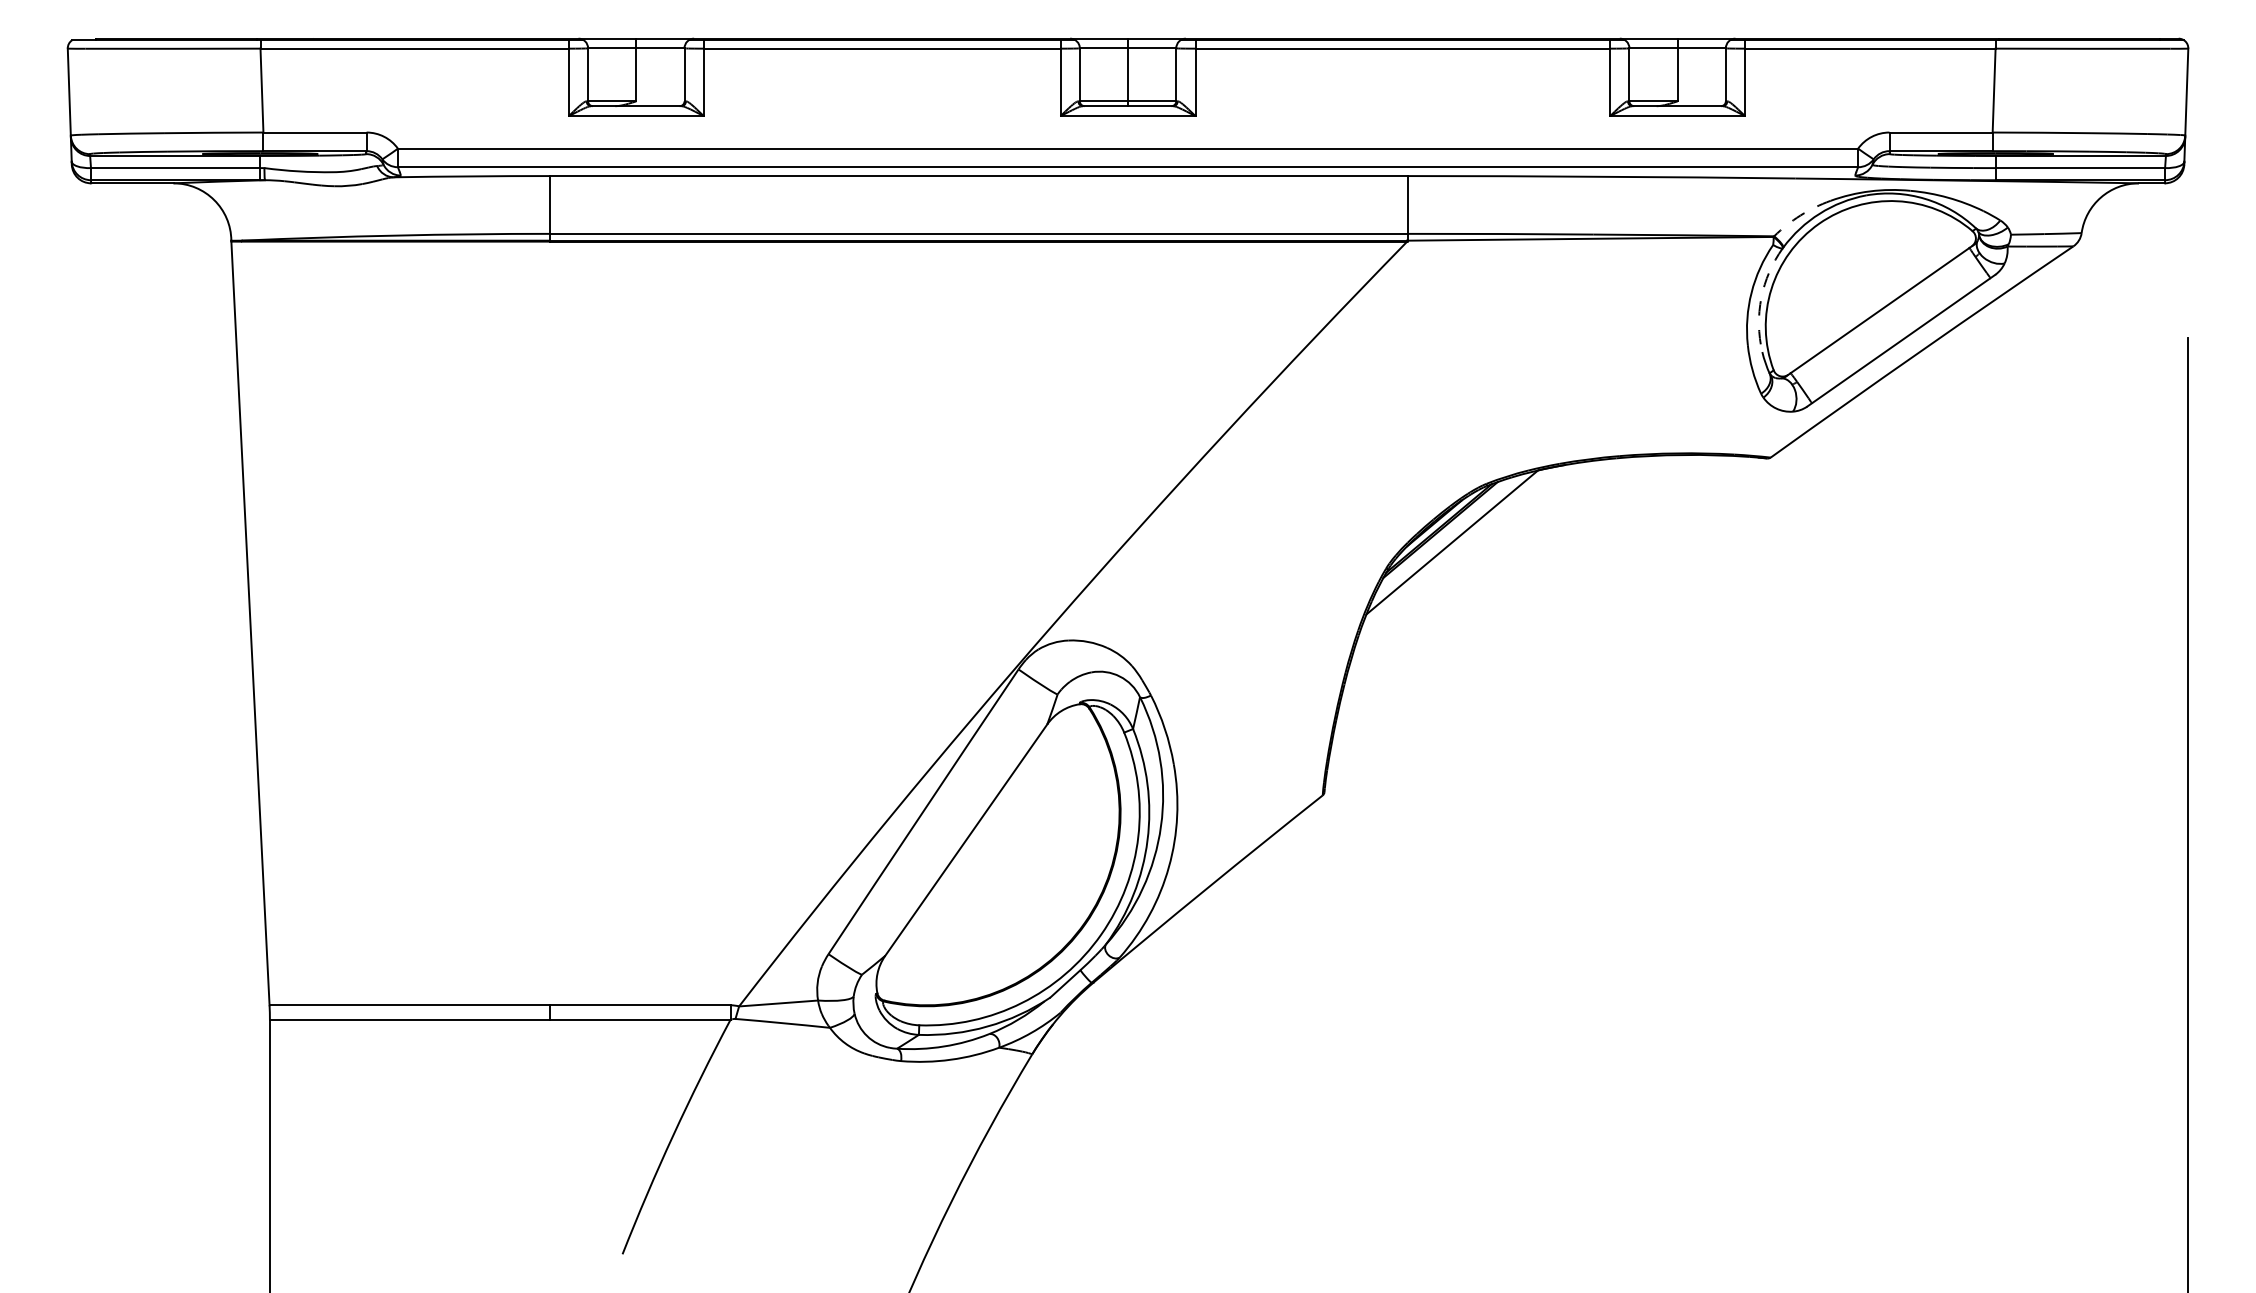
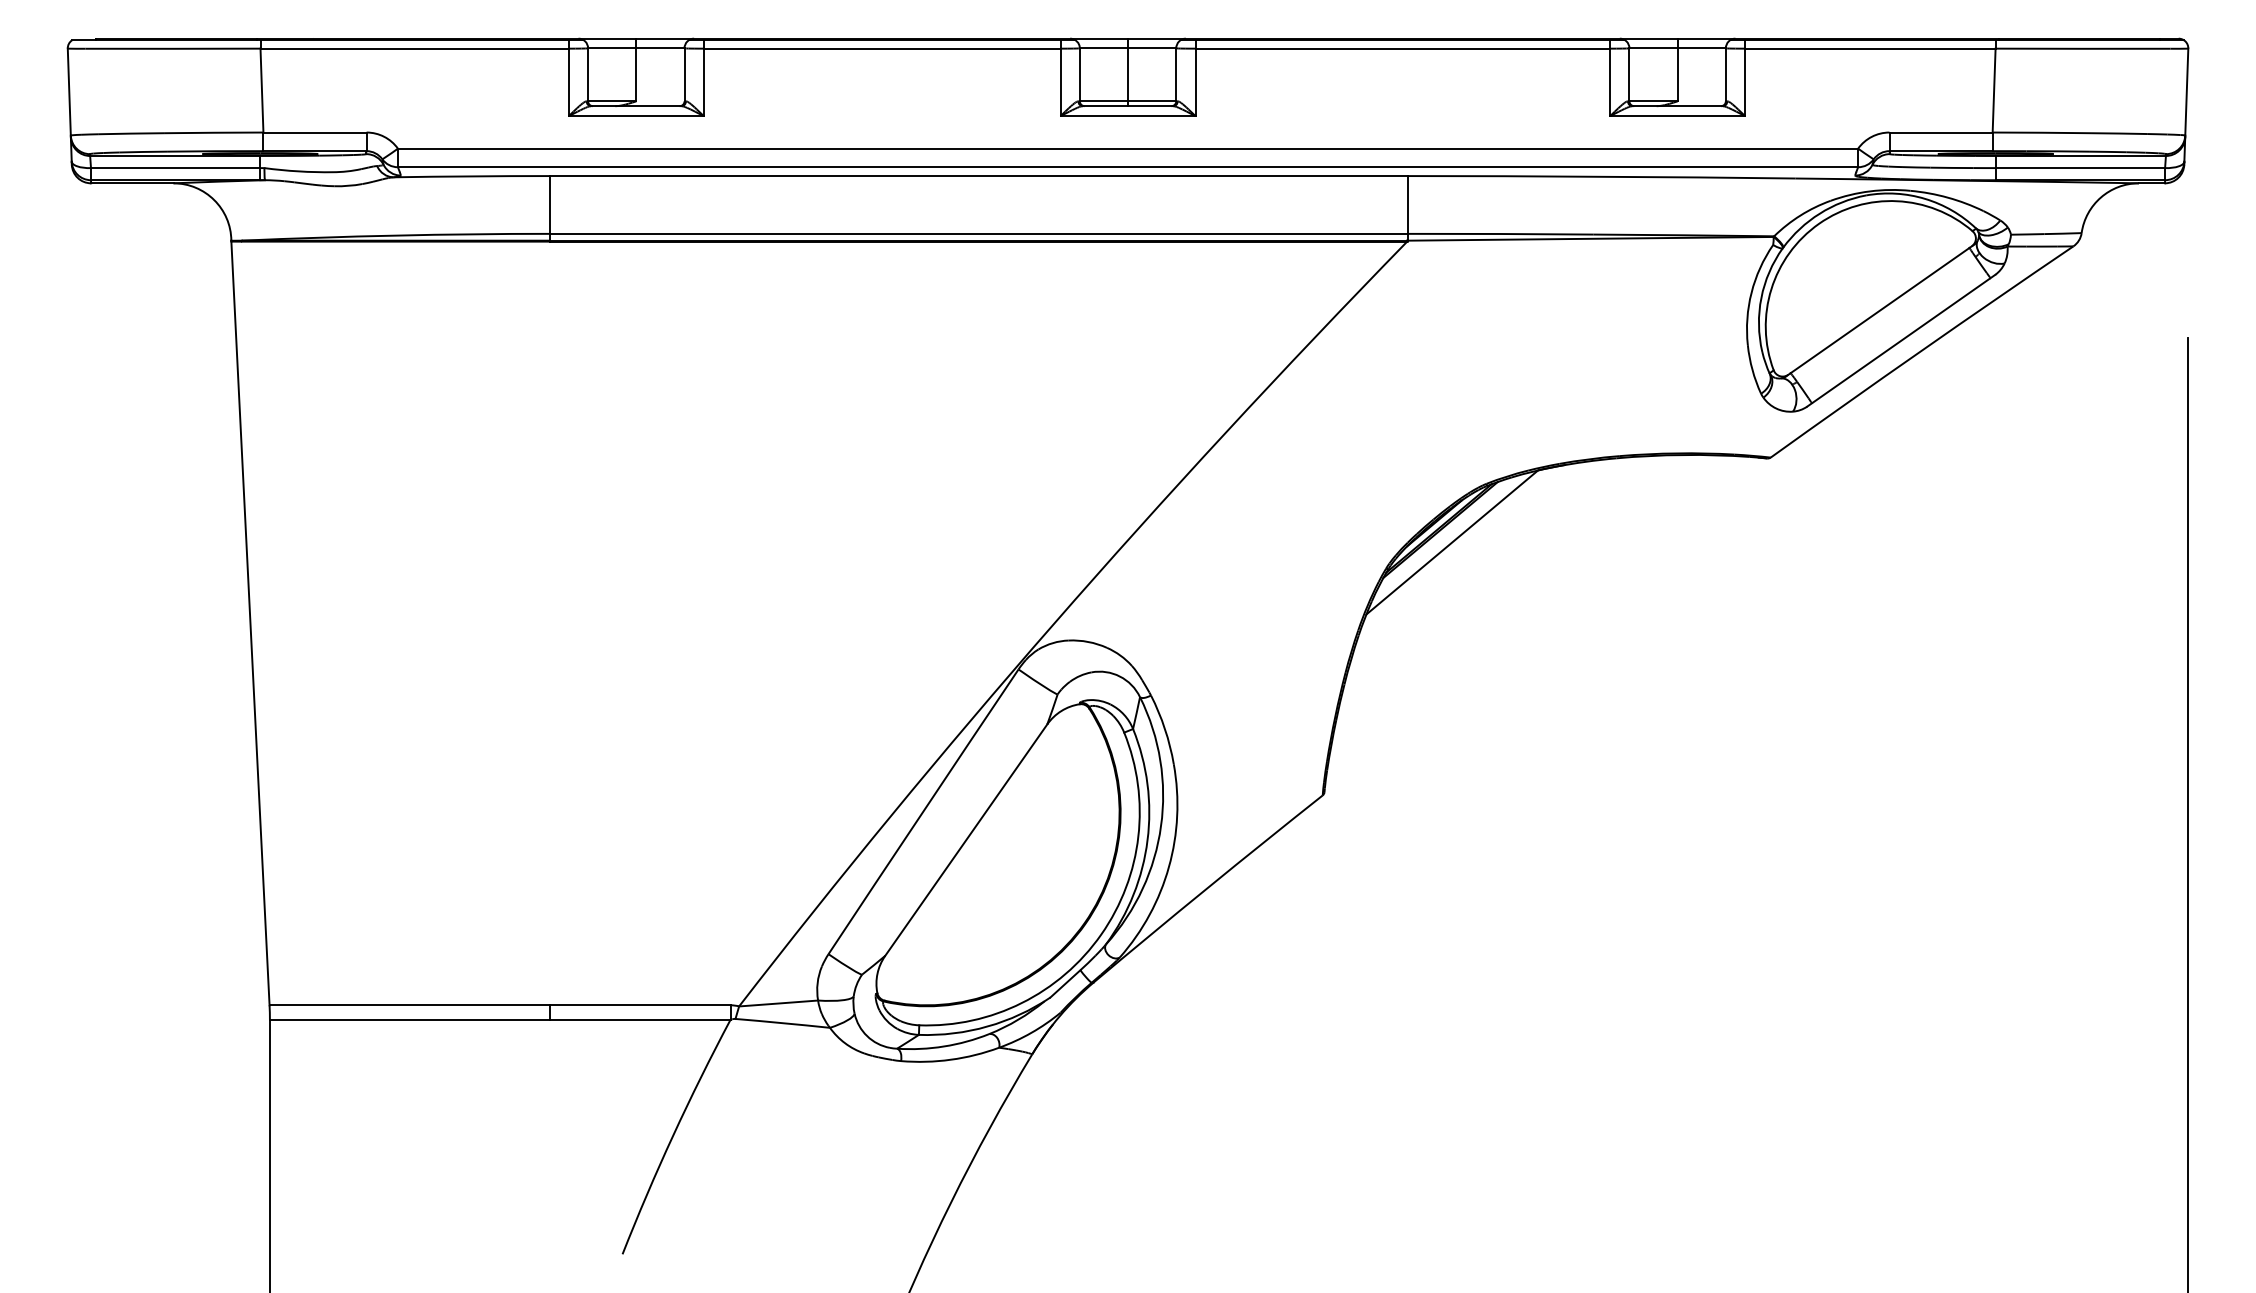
arc at (1800, 215): dashed -> solid
arc at (1761, 297): dashed -> solid
